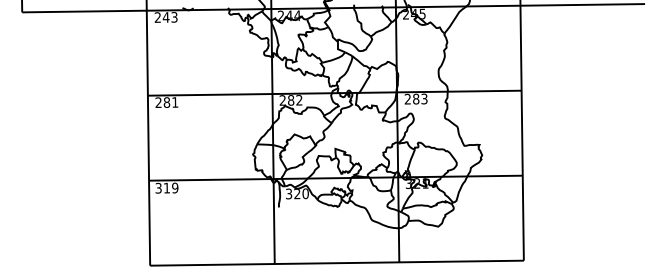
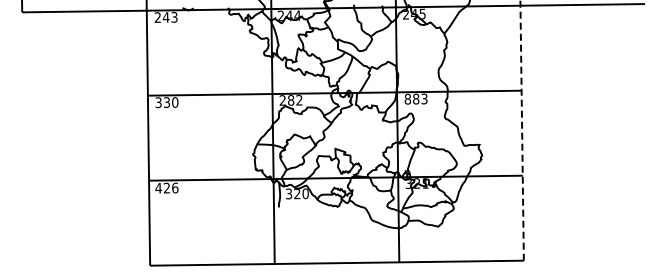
text at (407, 99): 283 -> 883
text at (166, 102): 281 -> 330
line at (522, 130): solid -> dashed
text at (166, 187): 319 -> 426
